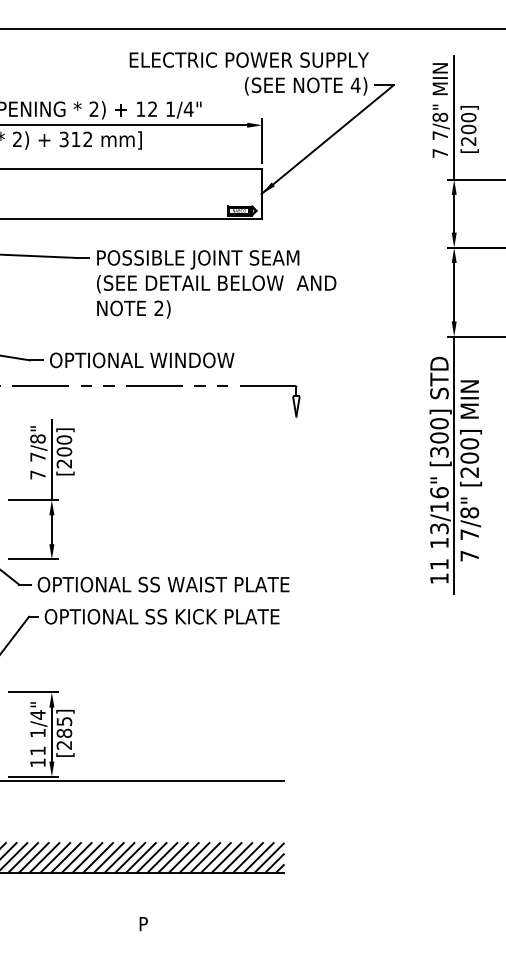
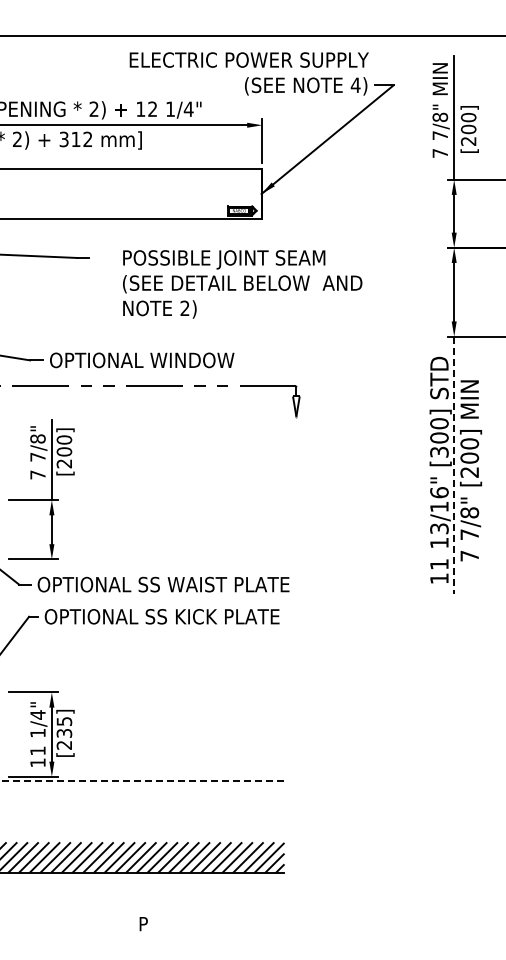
line at (252, 28) position: (252, 28) -> (252, 35)
text at (216, 284) position: (216, 284) -> (242, 284)
line at (454, 465): solid -> dashed
text at (64, 732): [285] -> [235]
line at (142, 781): solid -> dashed
